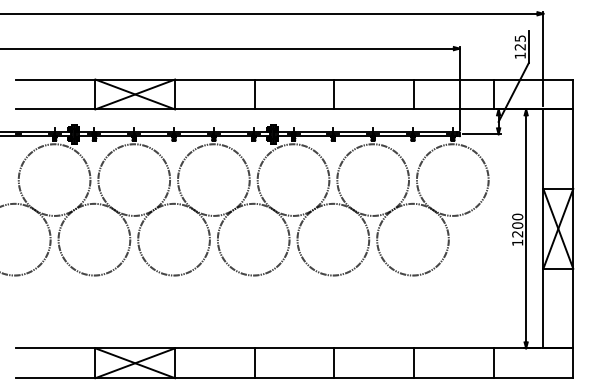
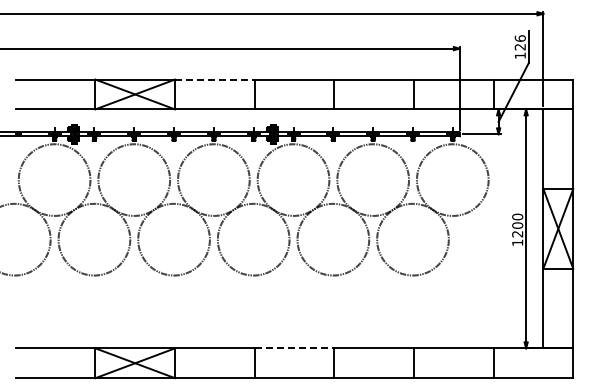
text at (519, 38): 125 -> 126
line at (214, 79): solid -> dashed
line at (294, 348): solid -> dashed
